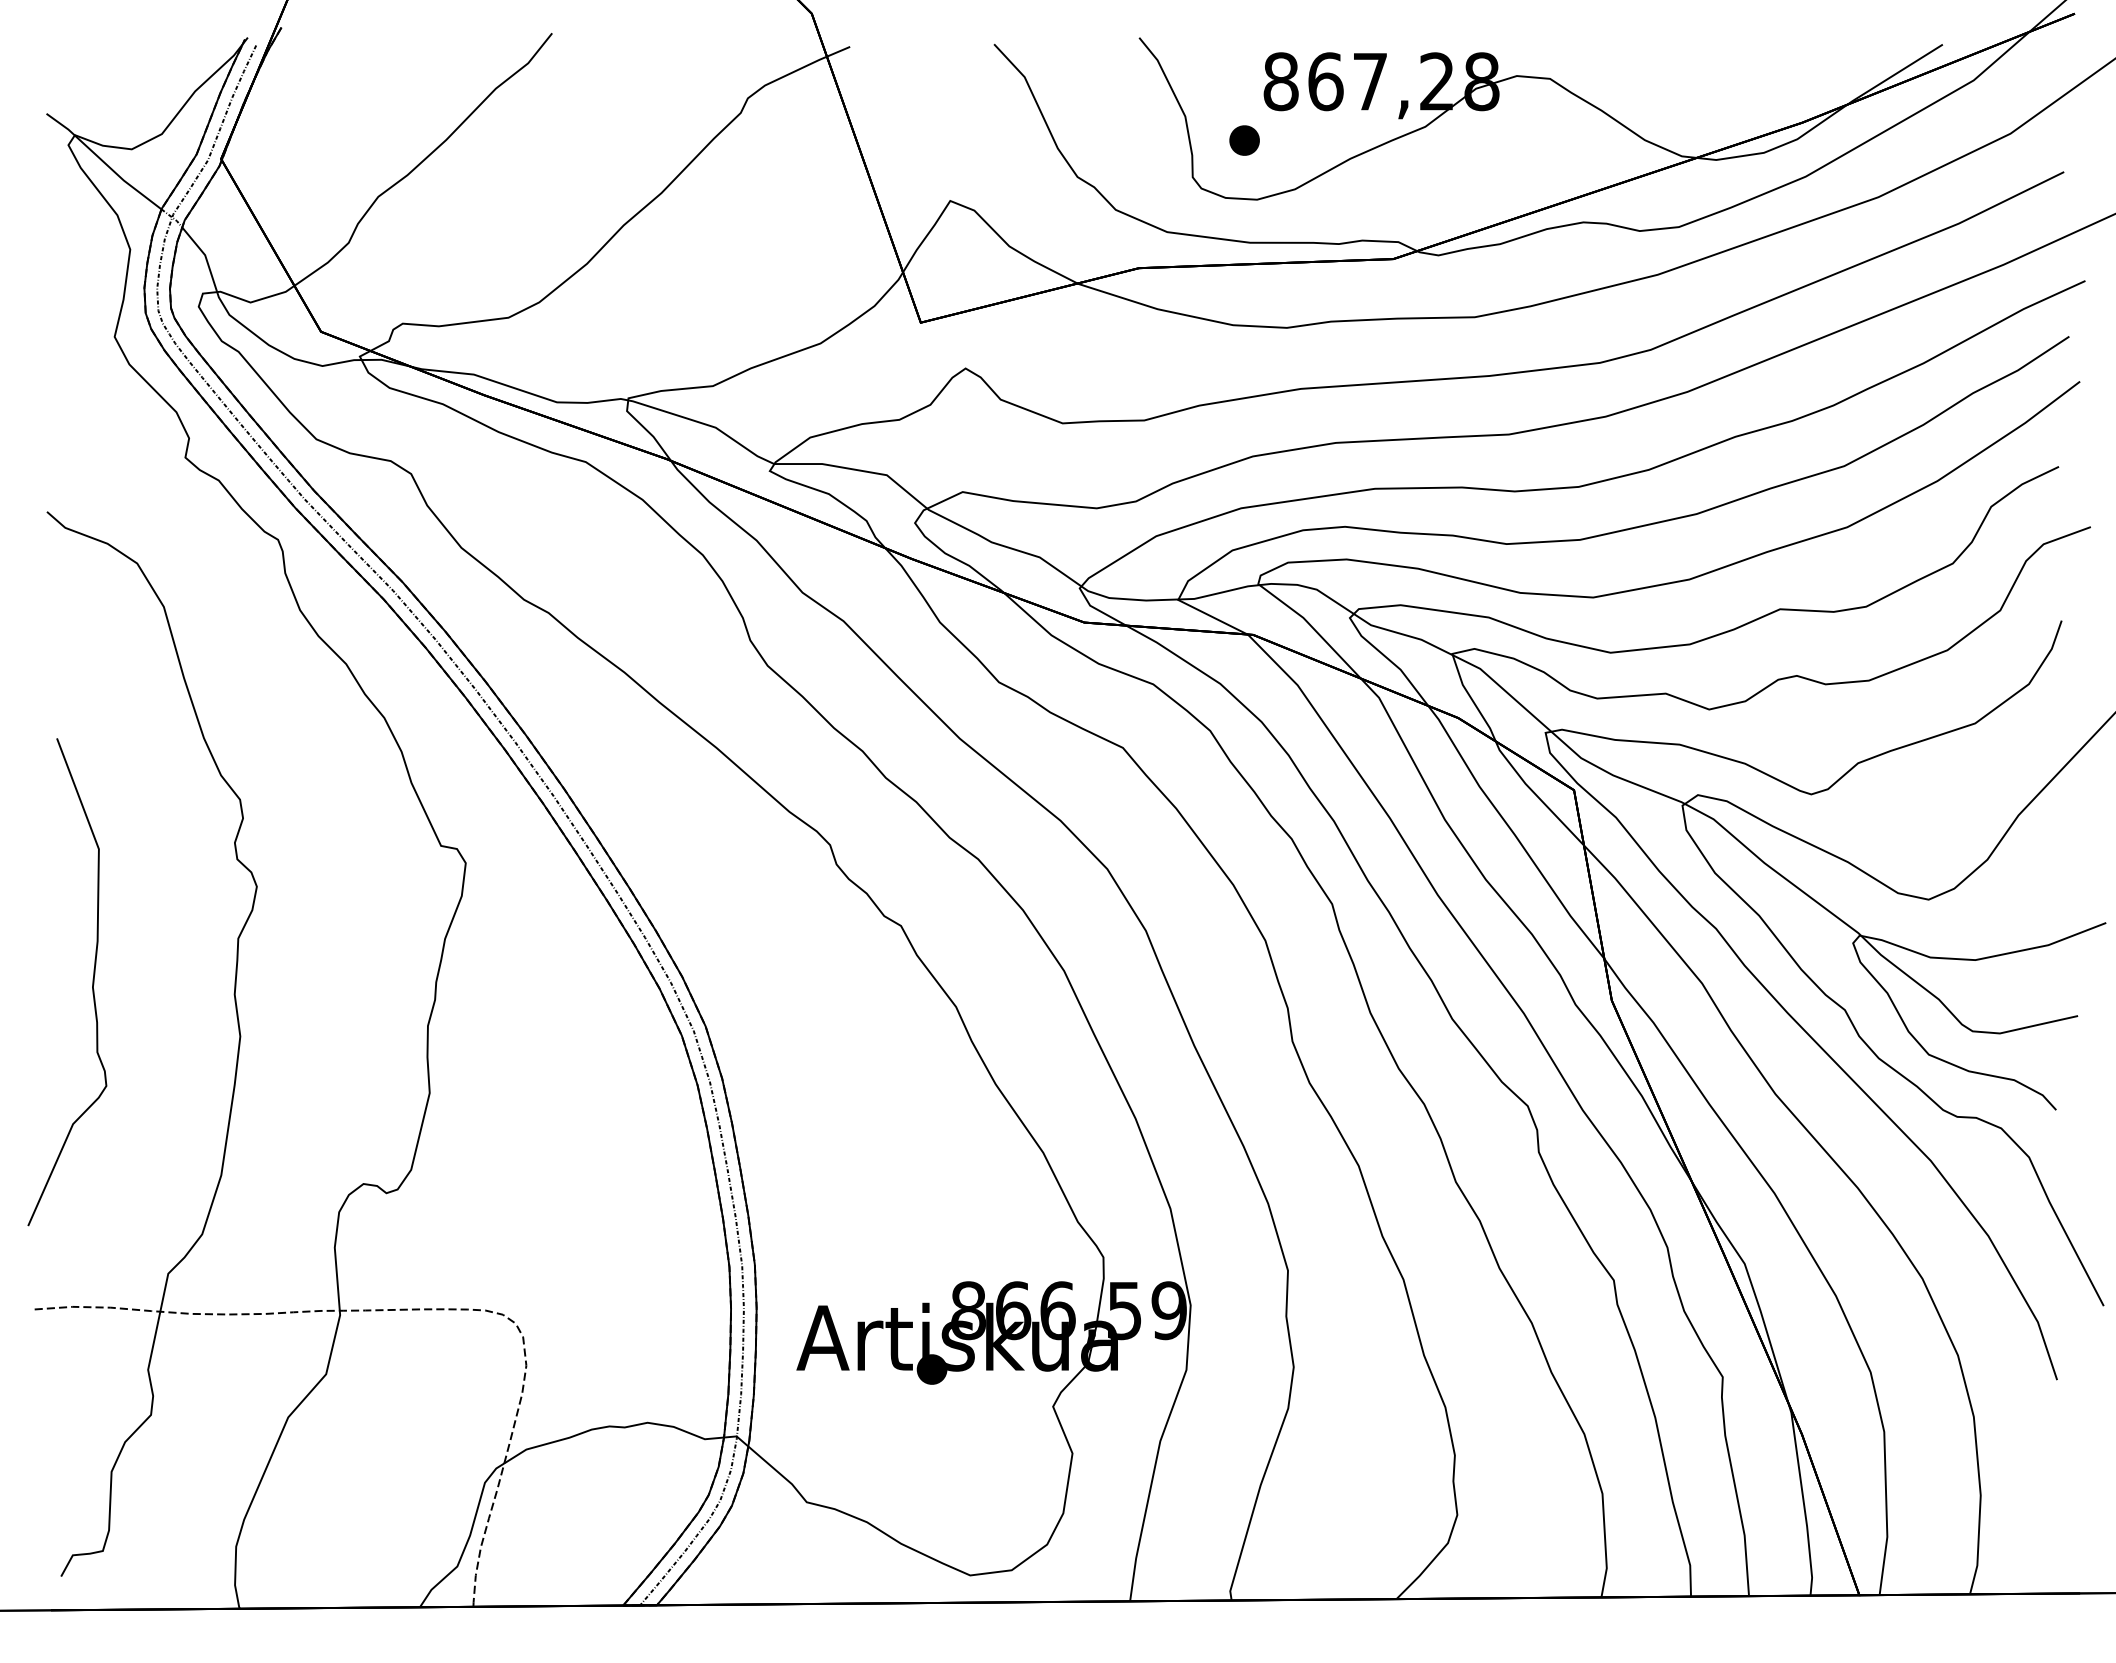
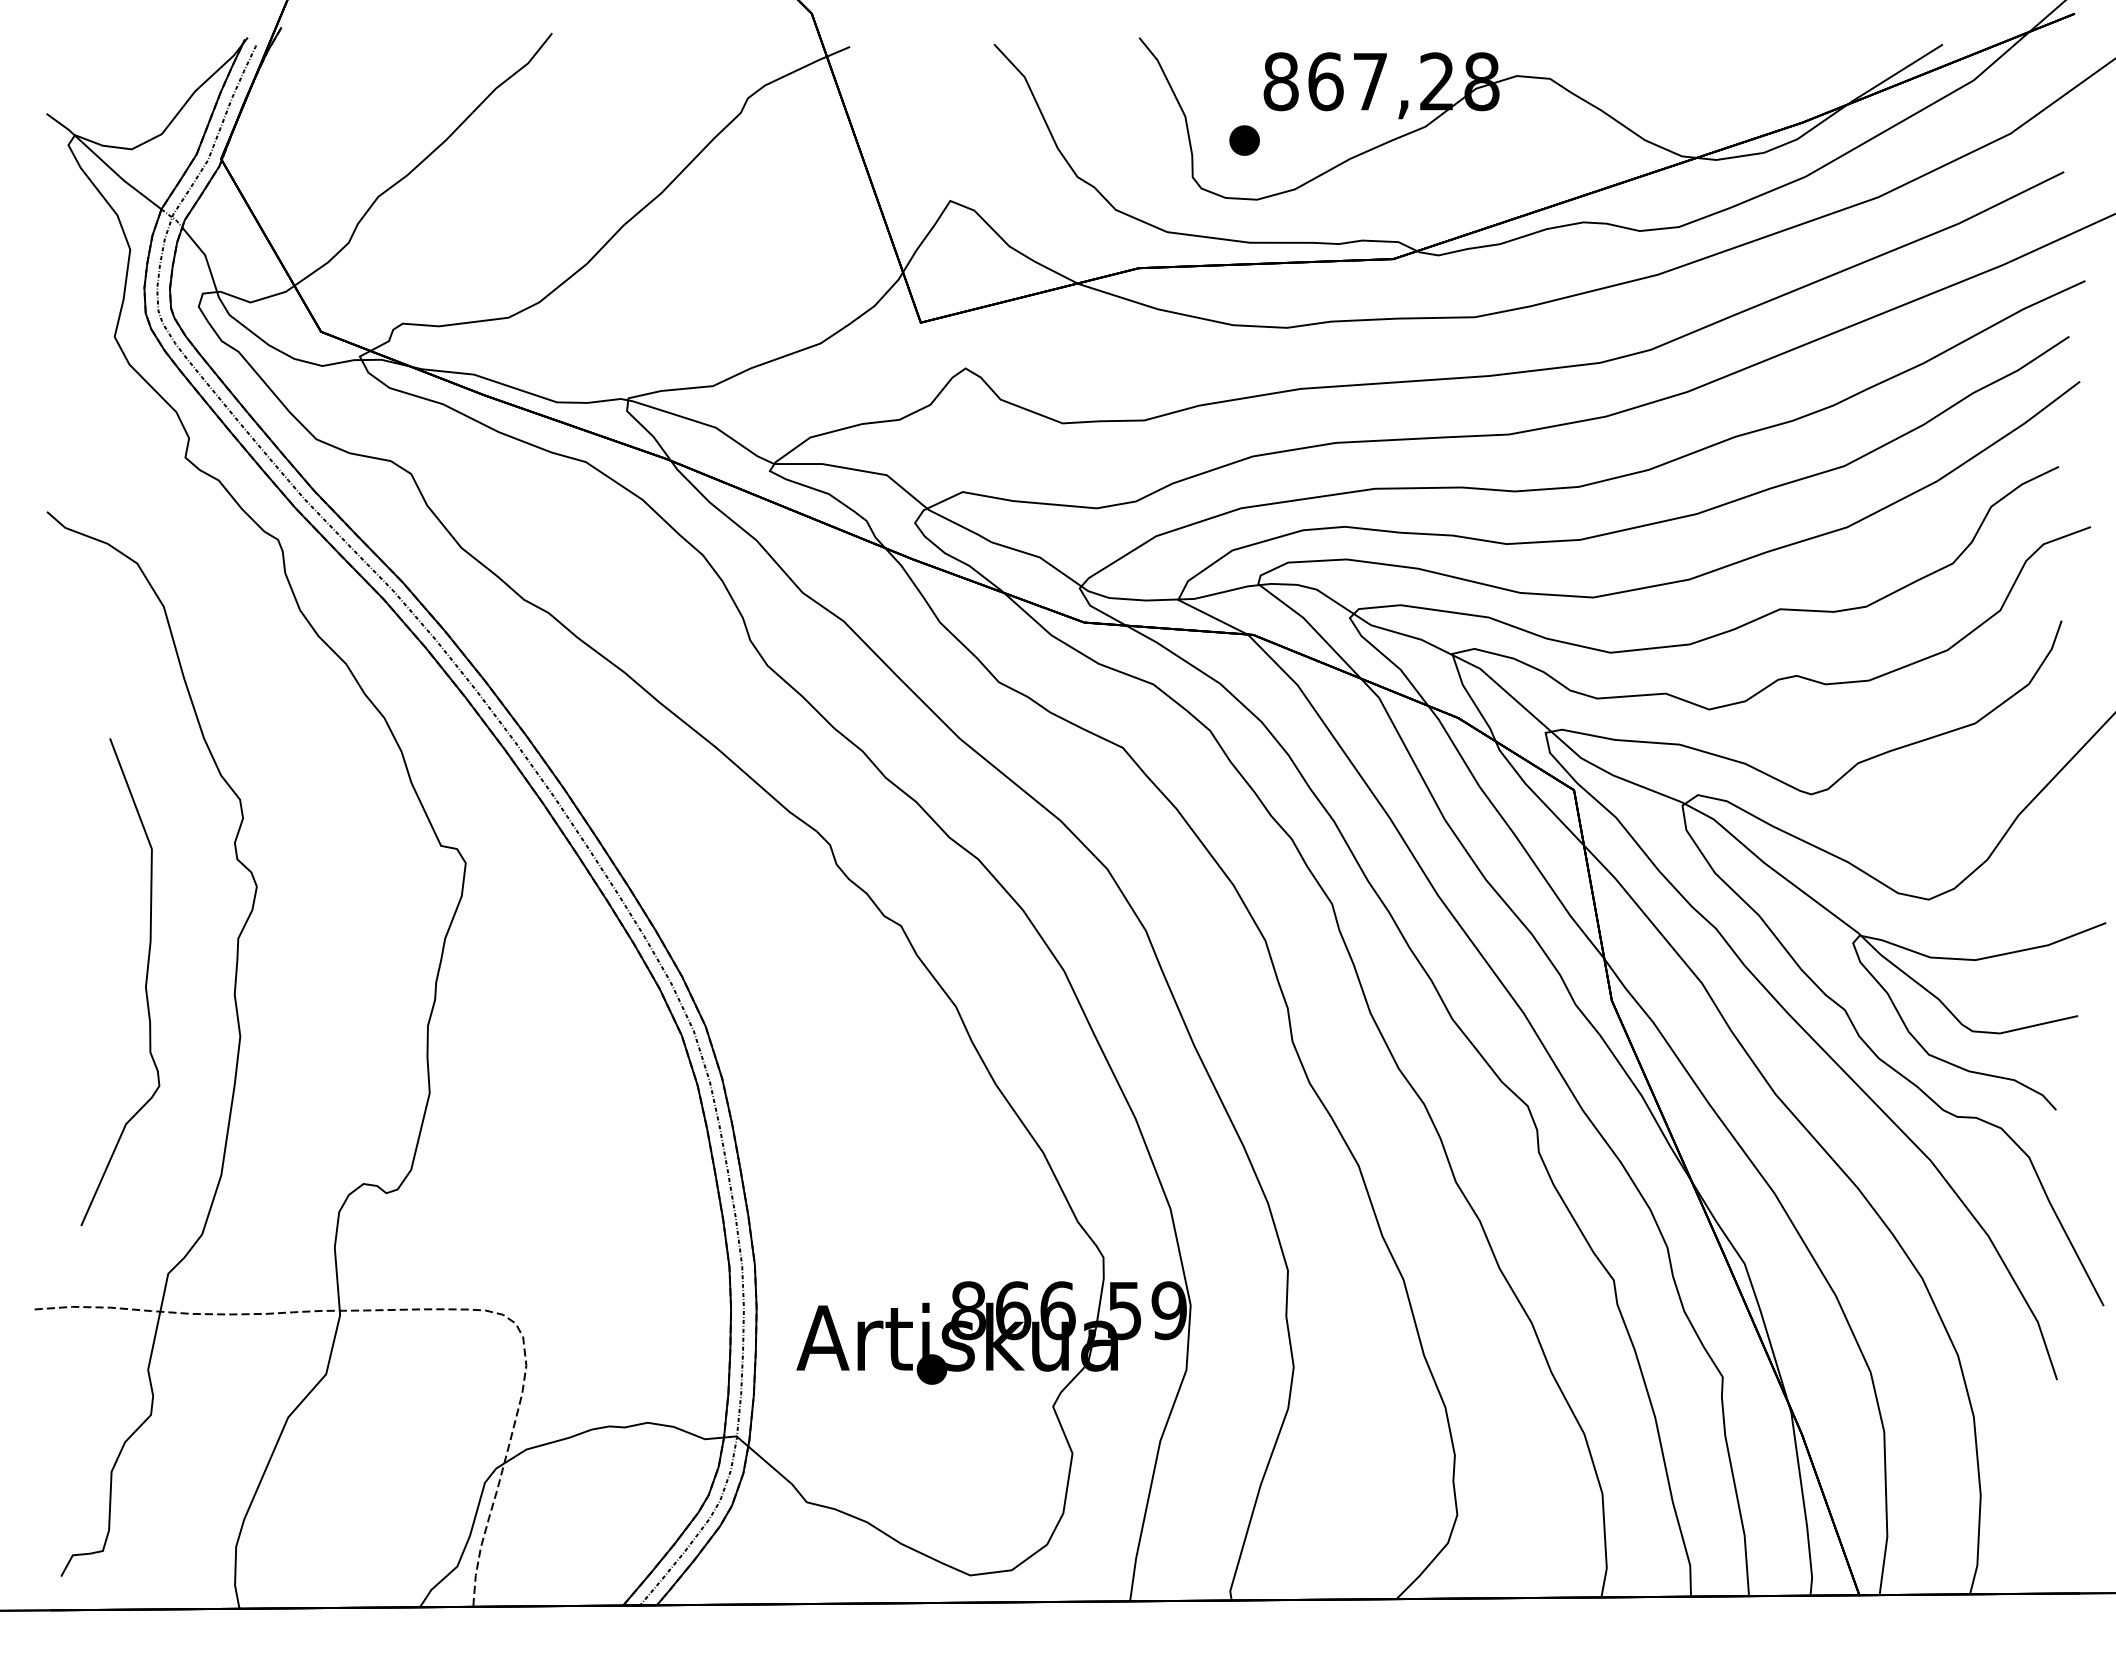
part at (92, 982) position: (92, 982) -> (145, 982)
